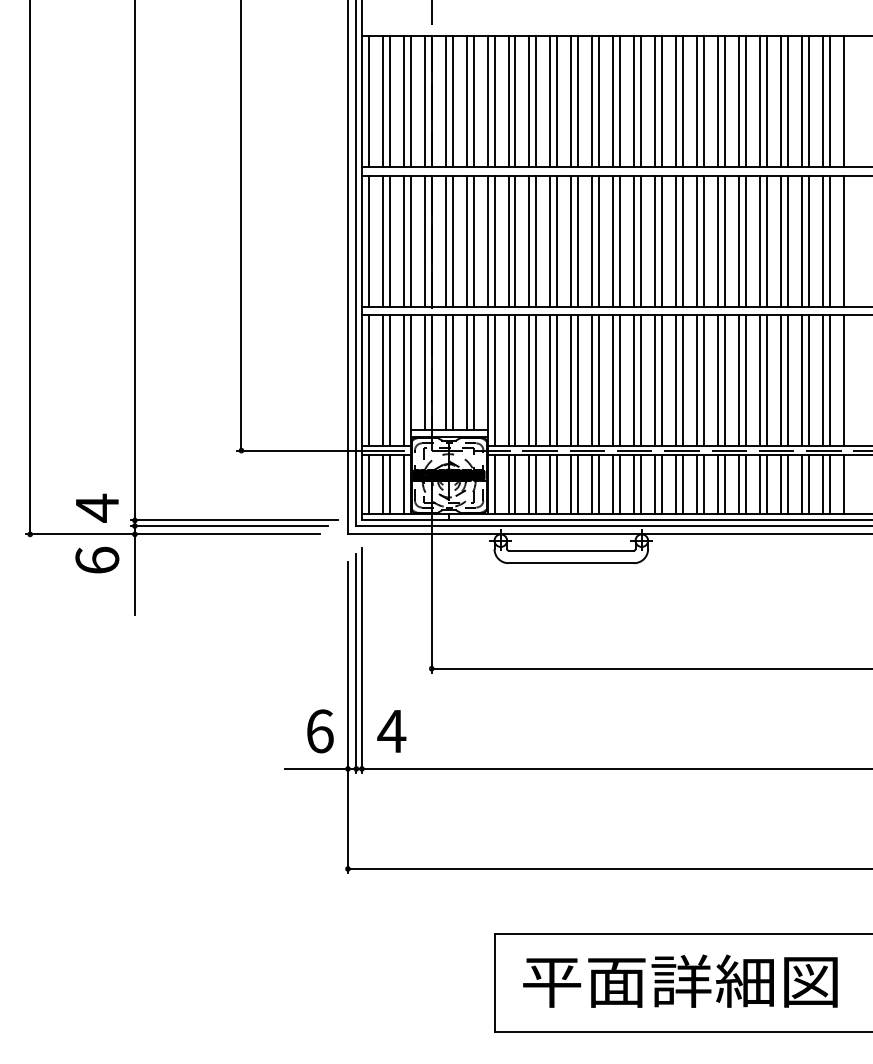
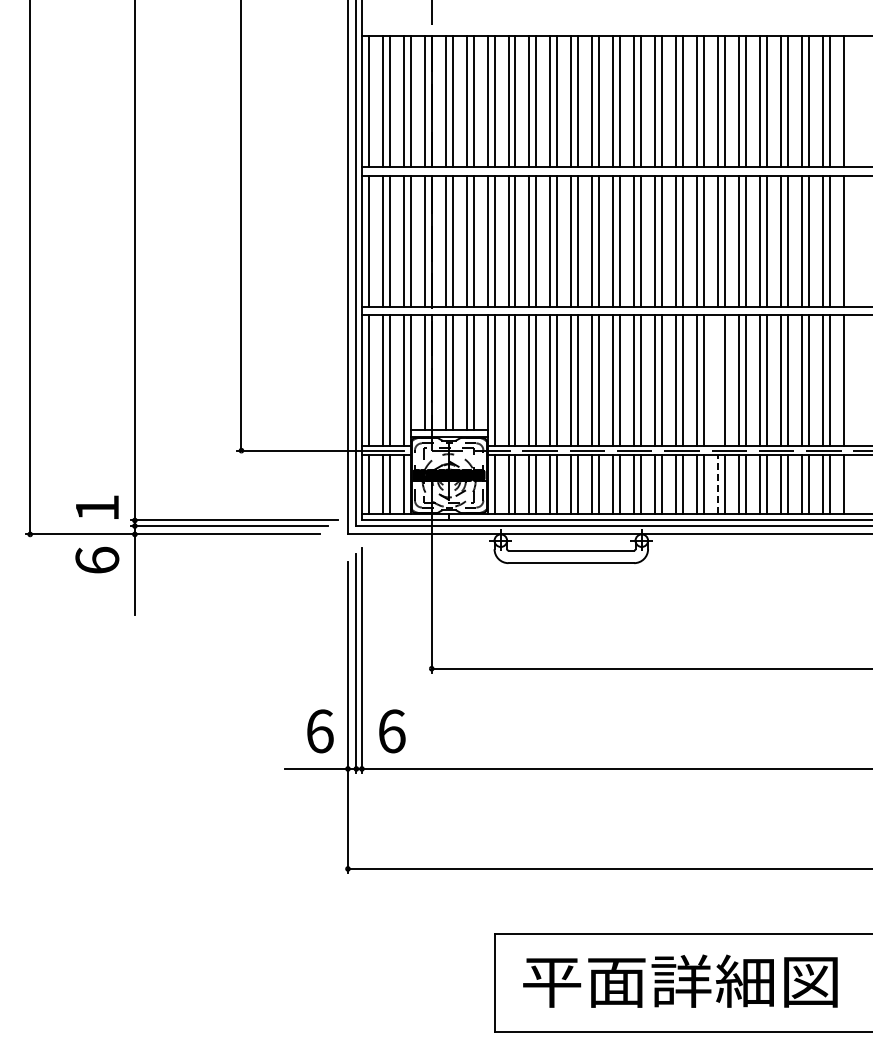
line at (717, 380): present -> none
line at (717, 484): solid -> dashed
text at (97, 507): 4 -> 1
text at (391, 731): 4 -> 6
